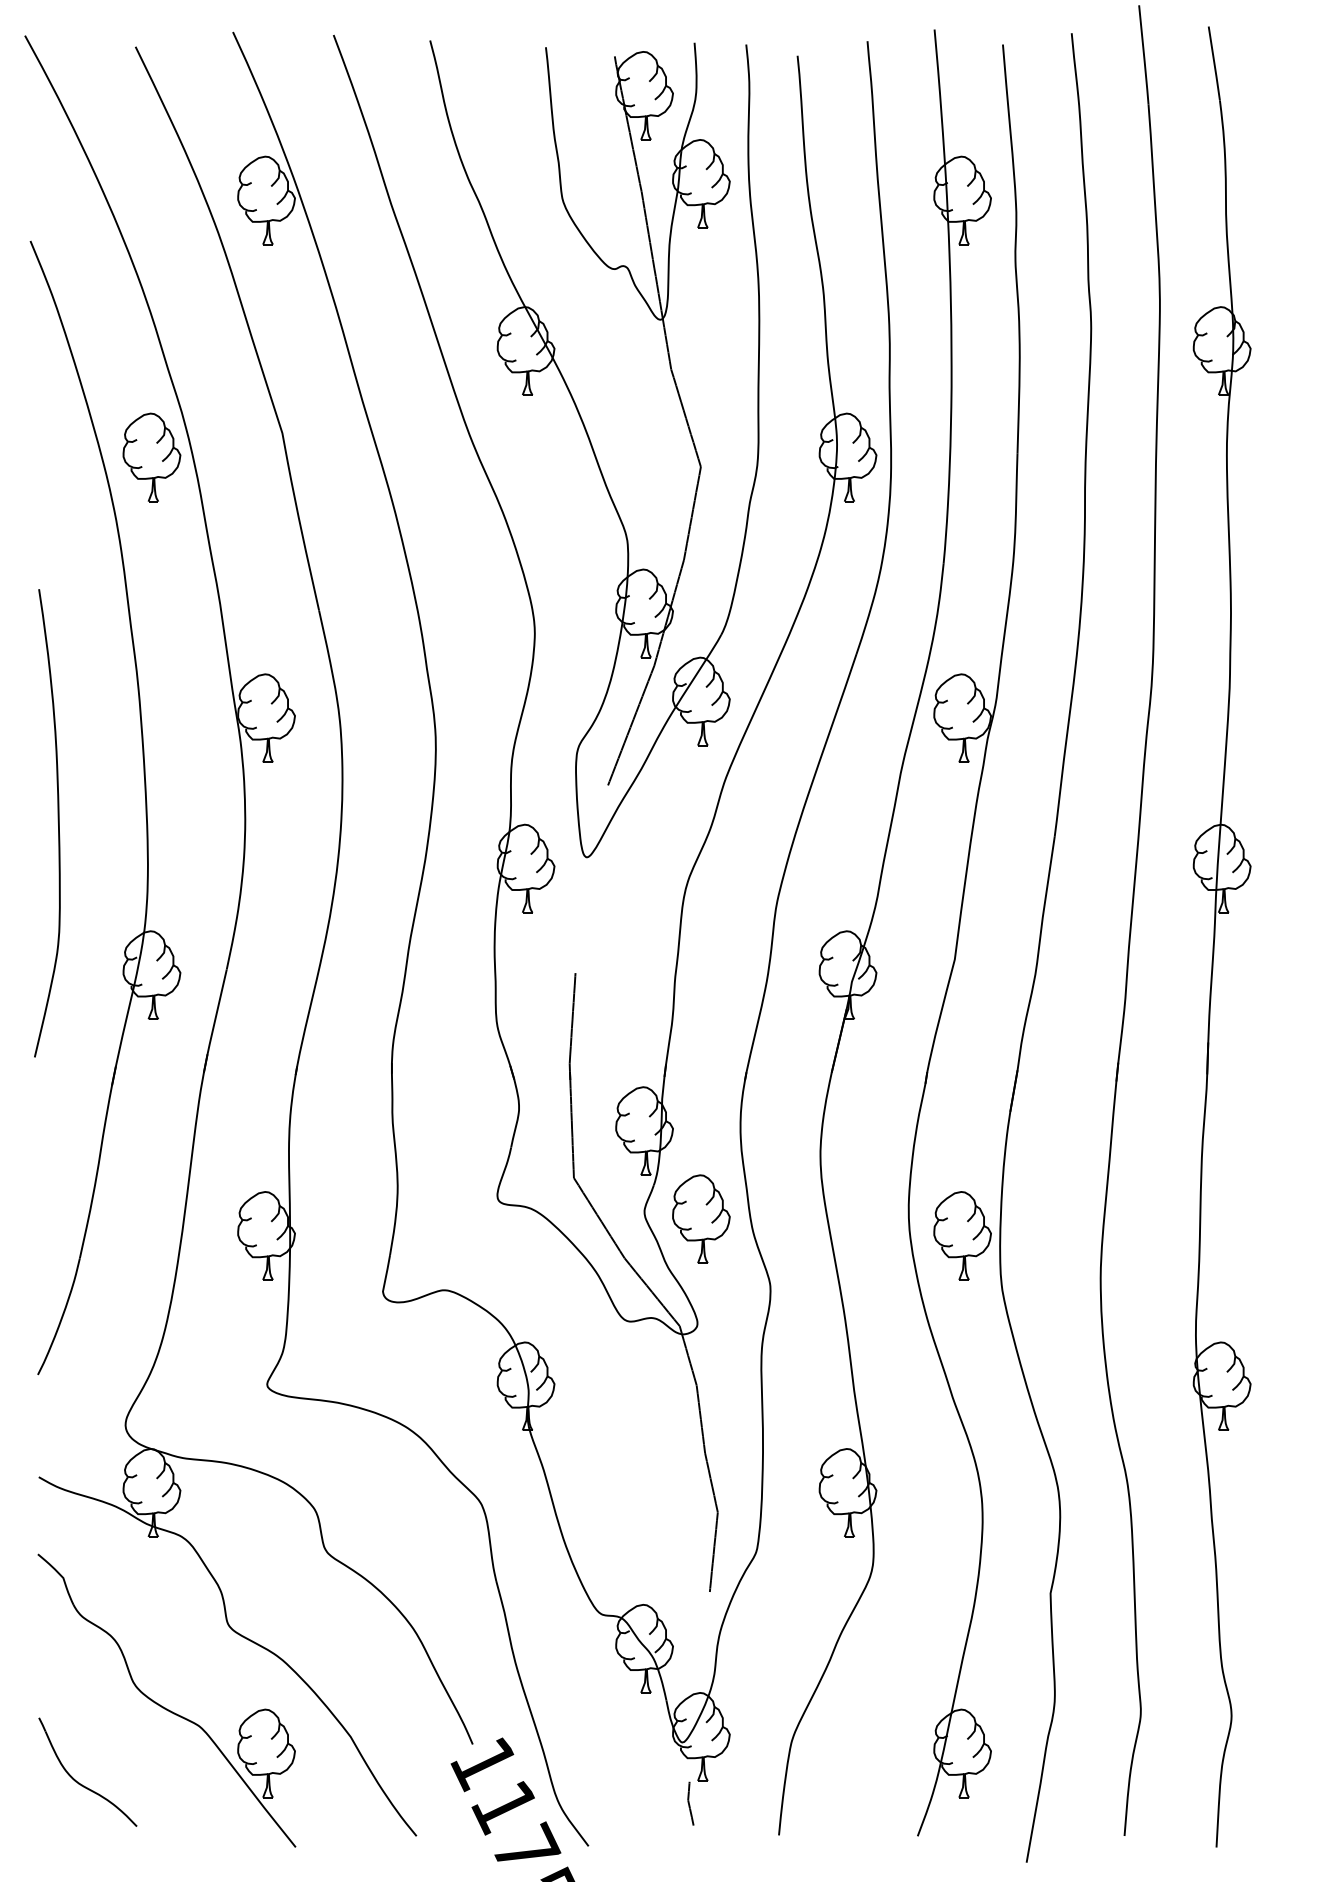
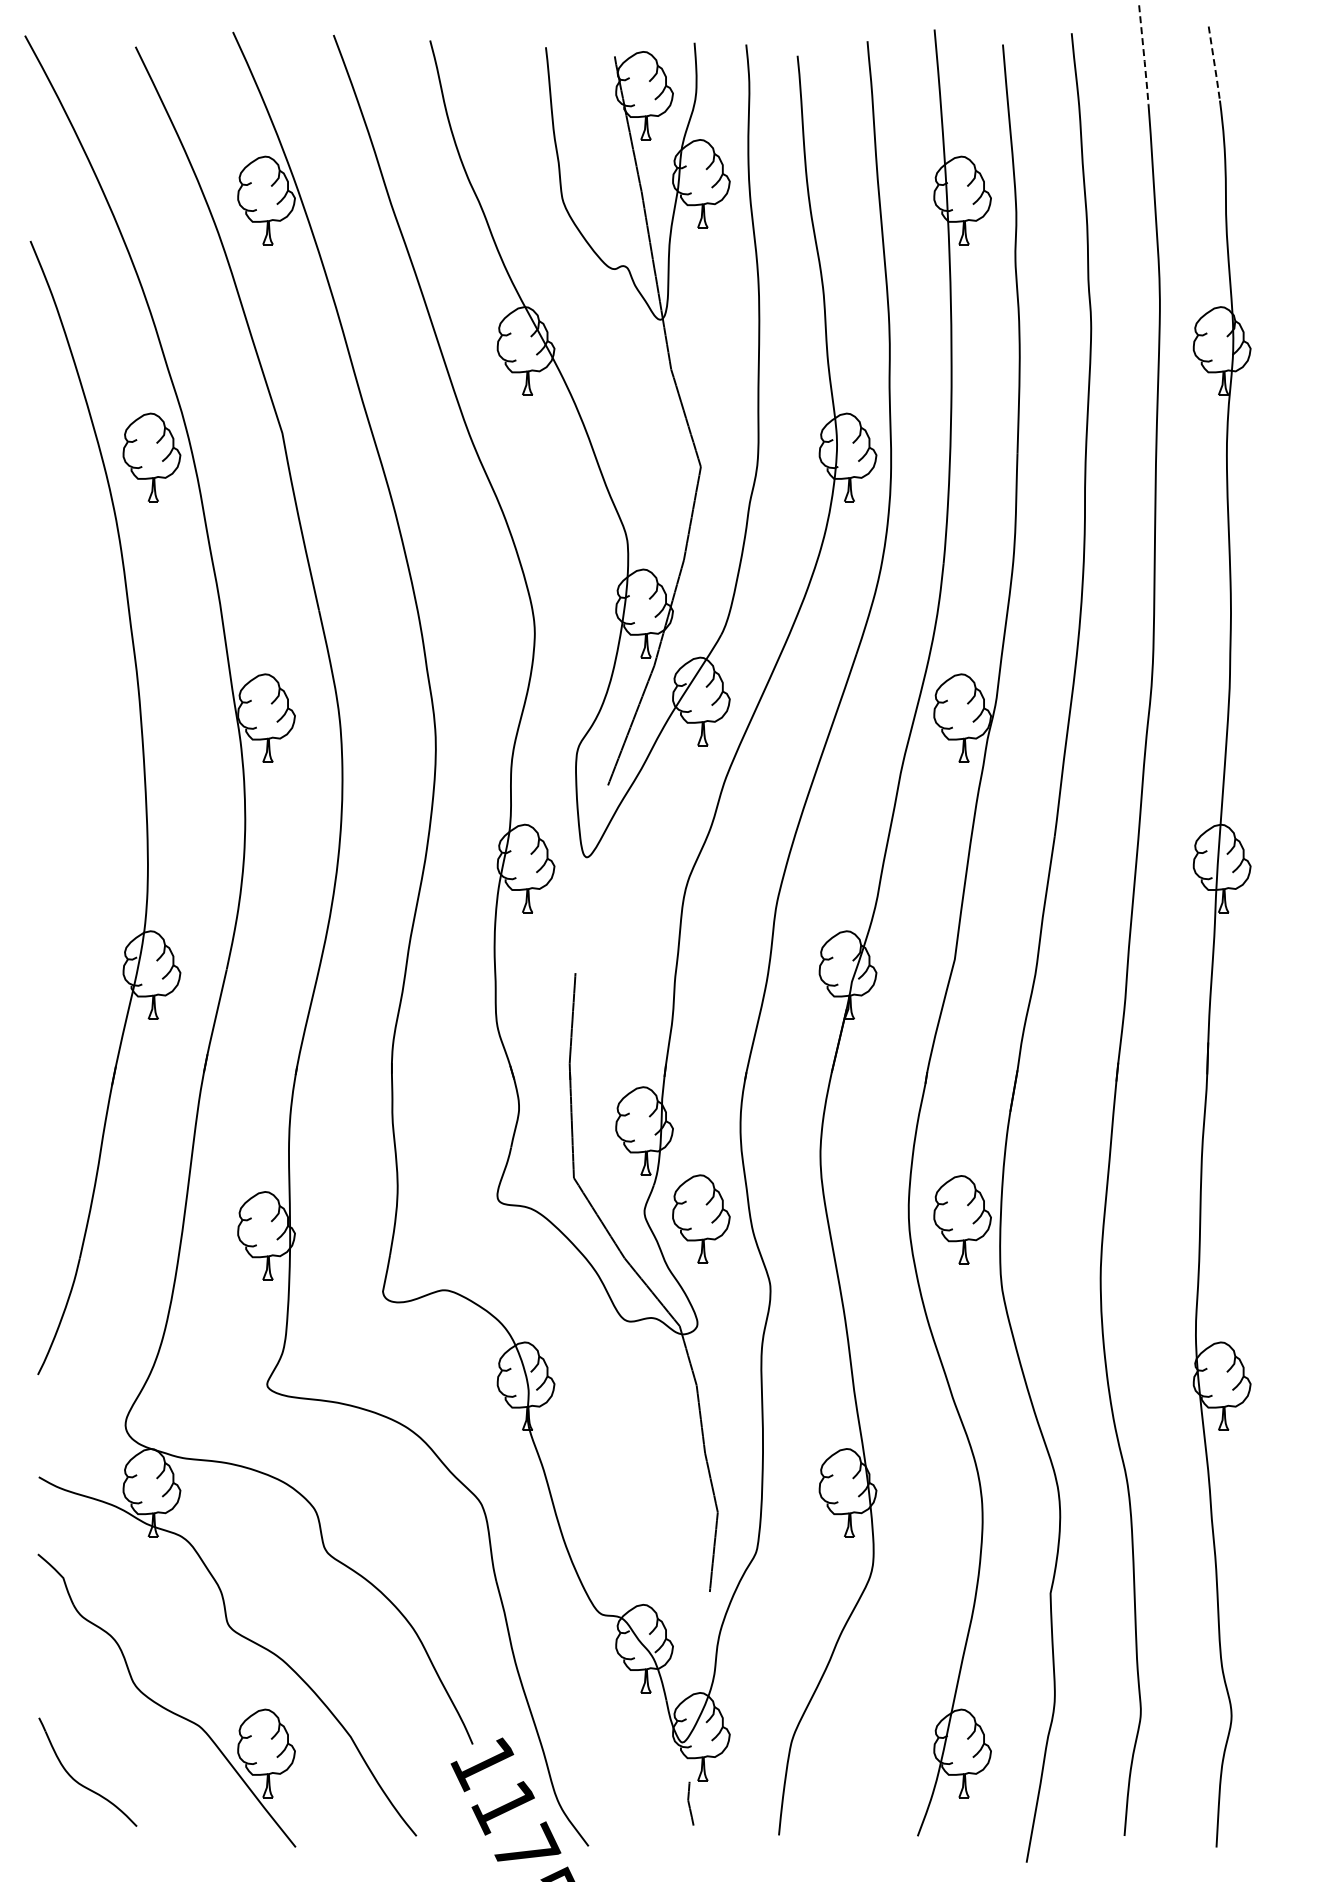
line at (1144, 56): solid -> dashed
line at (1214, 64): solid -> dashed
curve at (57, 822): present -> none
part at (962, 1235) position: (962, 1235) -> (962, 1219)
